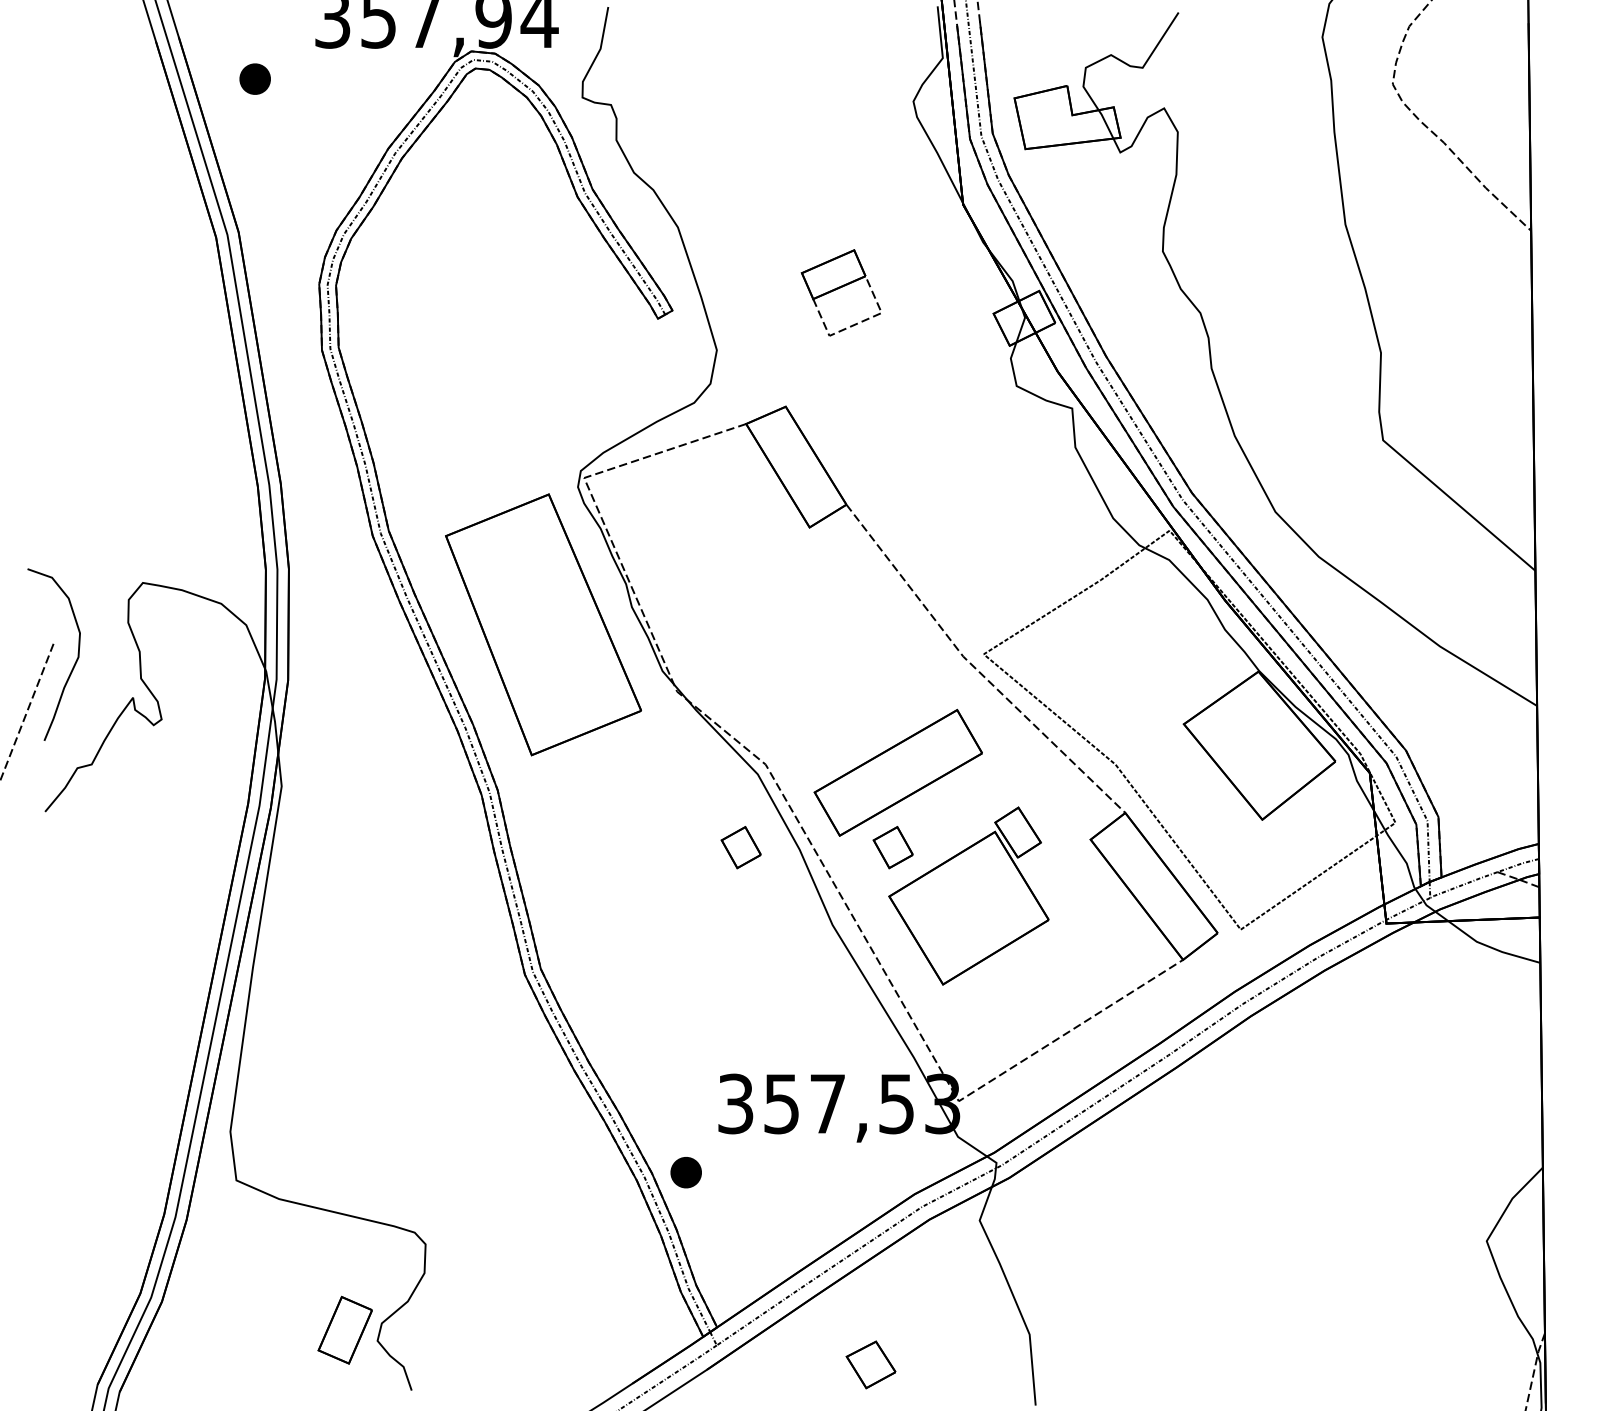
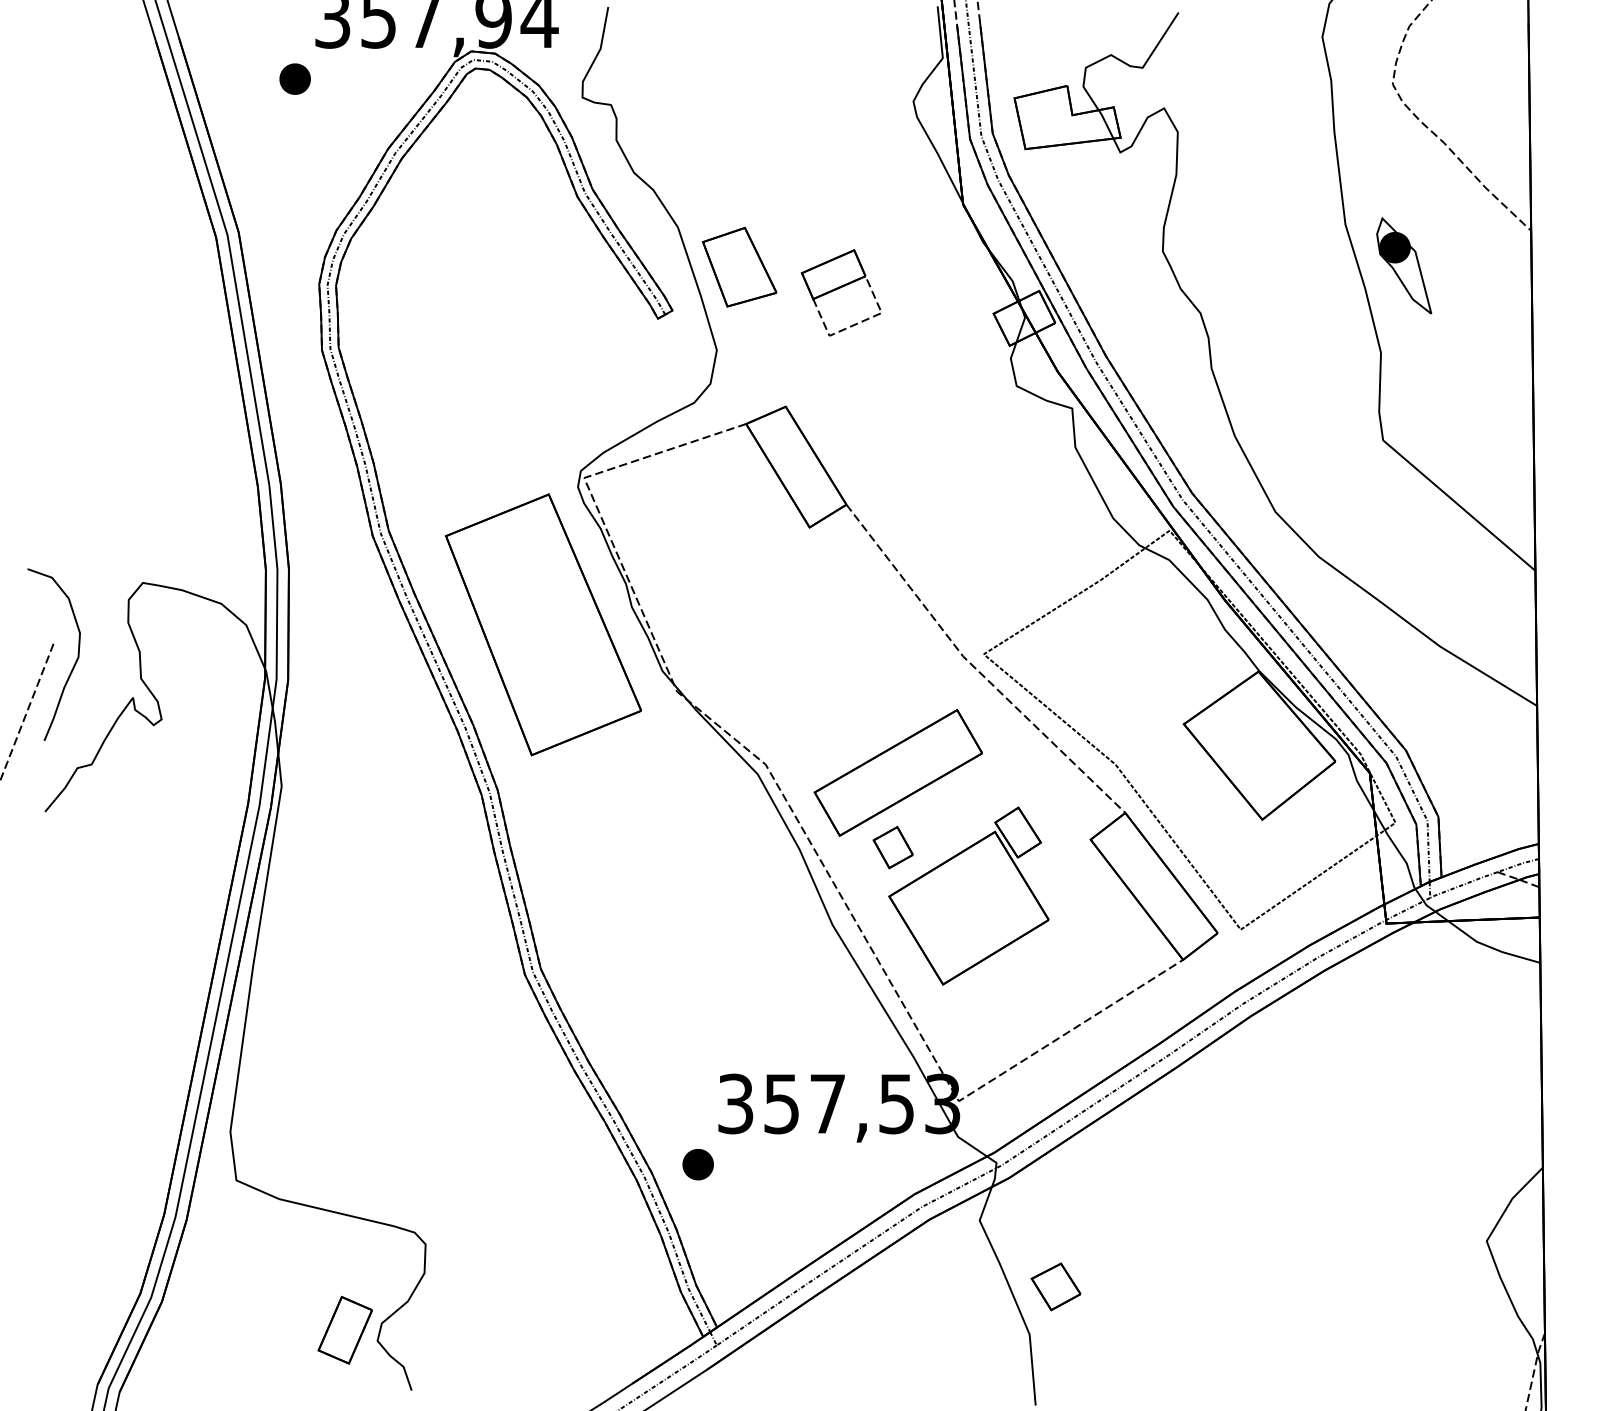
part at (254, 78) position: (254, 78) -> (294, 78)
part at (1404, 265): none -> present
part at (739, 266): none -> present
part at (740, 847): present -> none
part at (685, 1172) position: (685, 1172) -> (697, 1164)
part at (870, 1364) position: (870, 1364) -> (1055, 1286)
